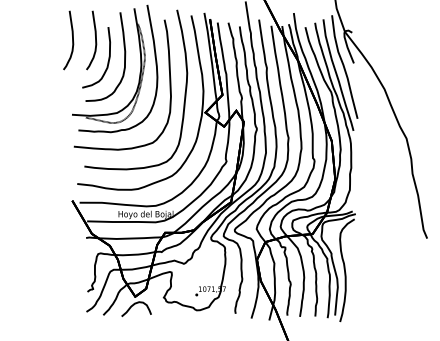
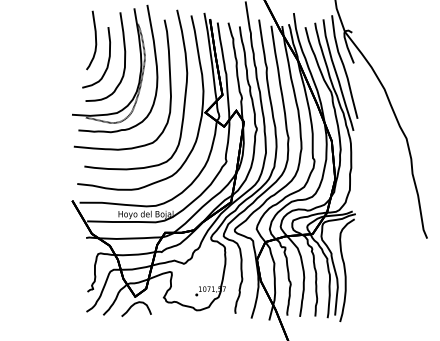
curve at (72, 40): present -> none
